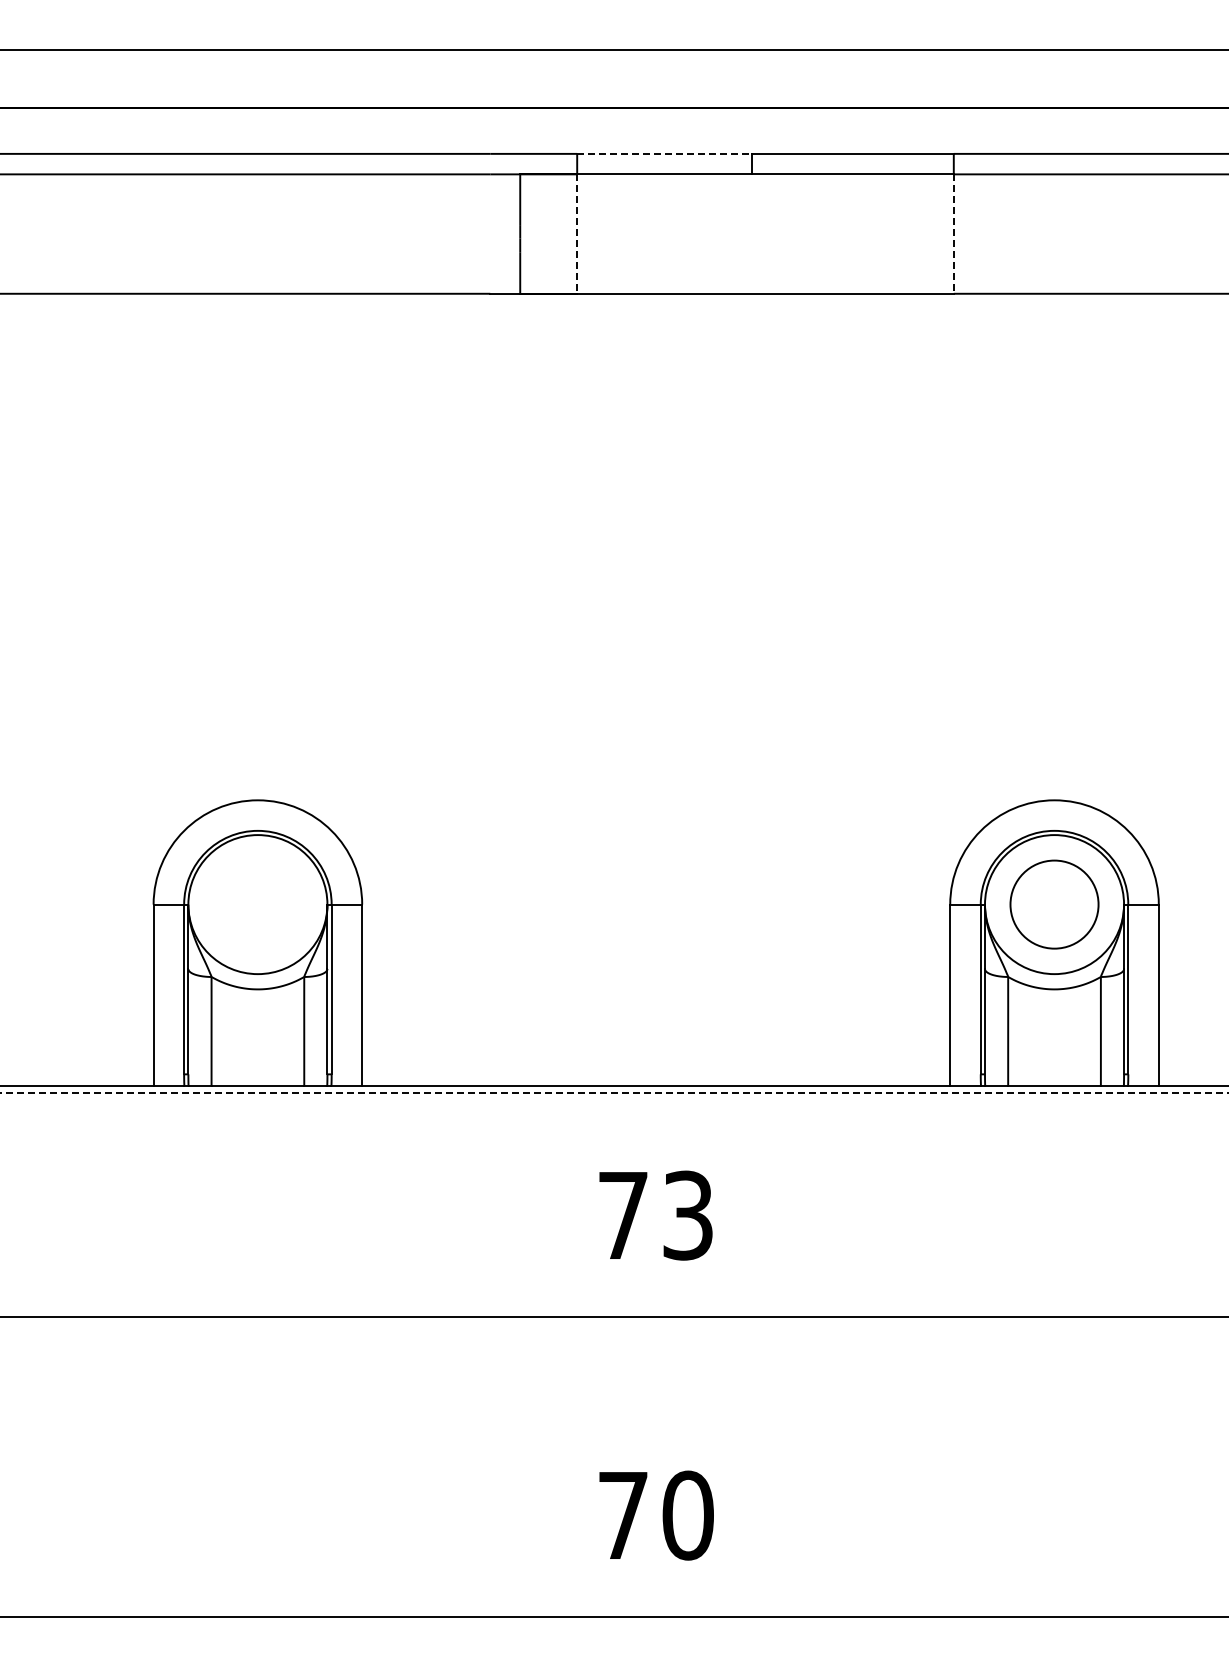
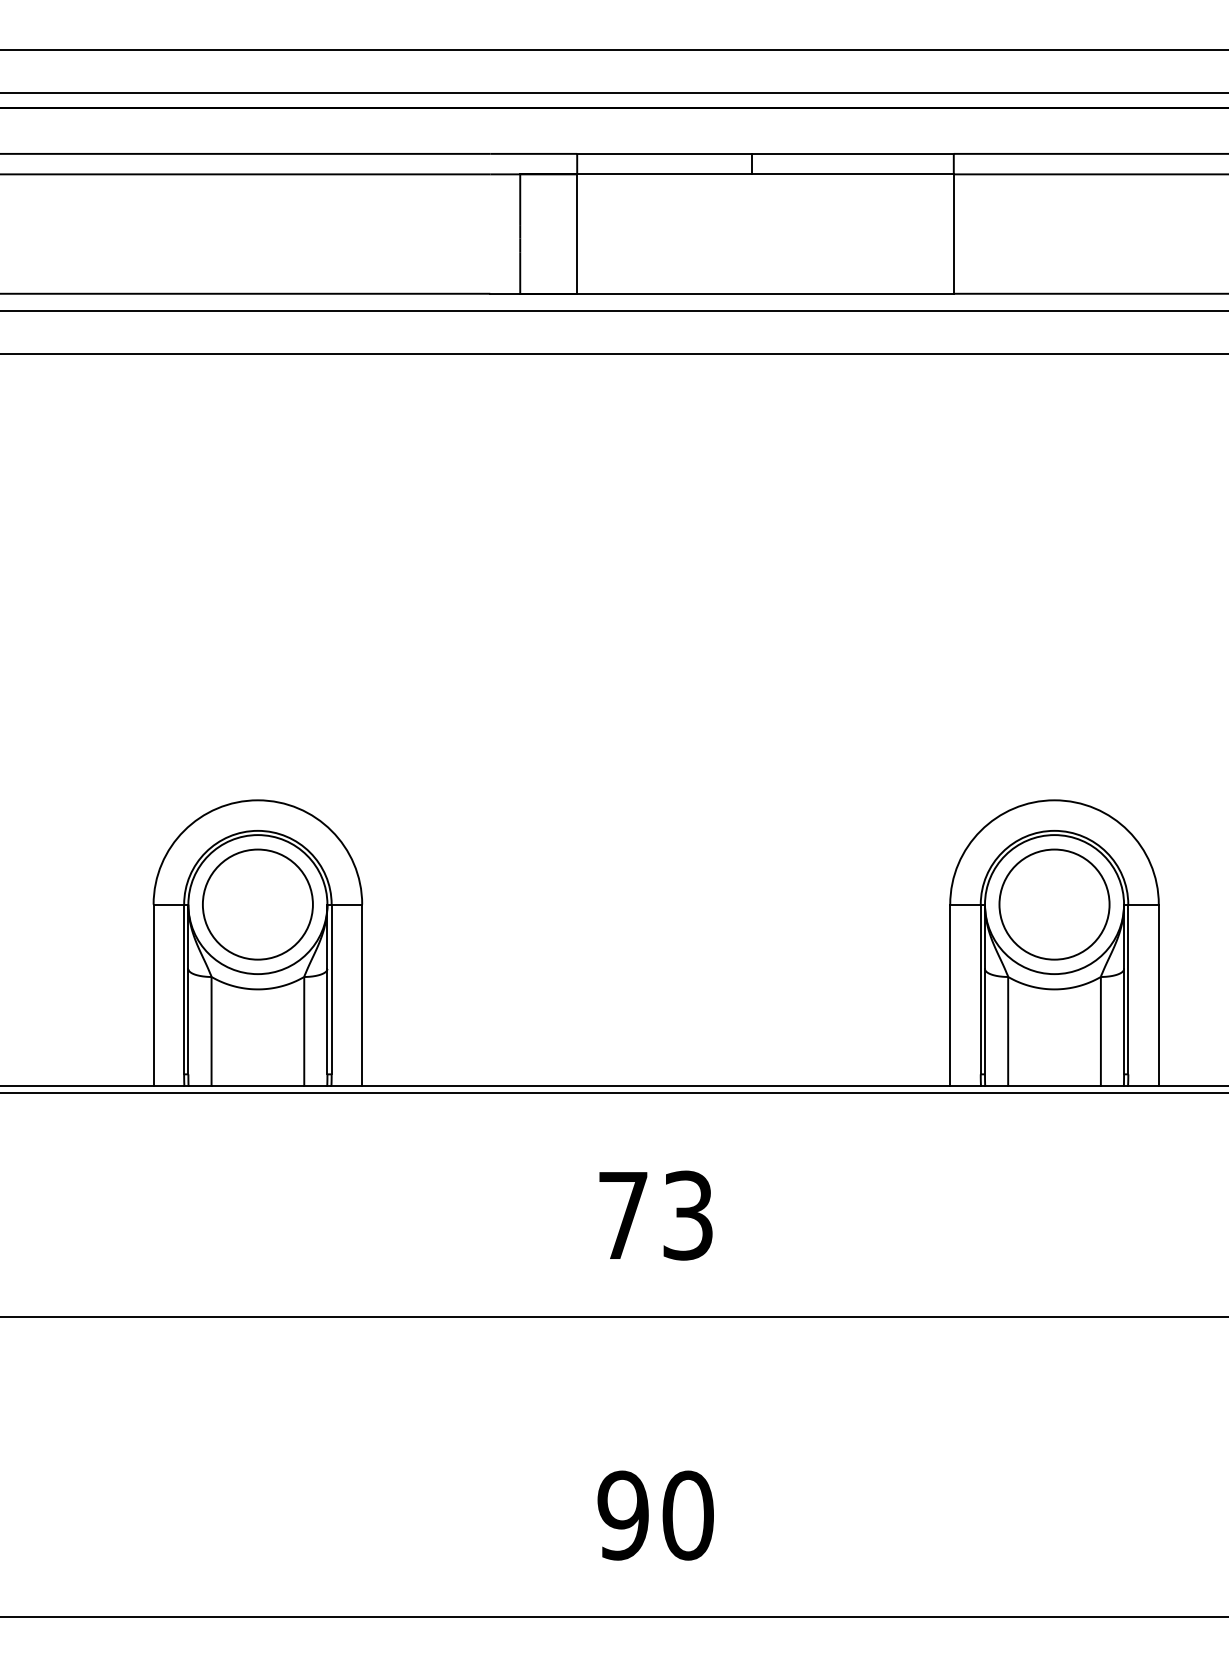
line at (613, 93): none -> present
line at (665, 153): dashed -> solid
line at (577, 234): dashed -> solid
line at (953, 234): dashed -> solid
line at (613, 310): none -> present
line at (613, 354): none -> present
circle at (257, 904): none -> present
circle at (1054, 904) diameter: 88 px -> 110 px
line at (614, 1092): dashed -> solid
text at (622, 1515): 70 -> 90
